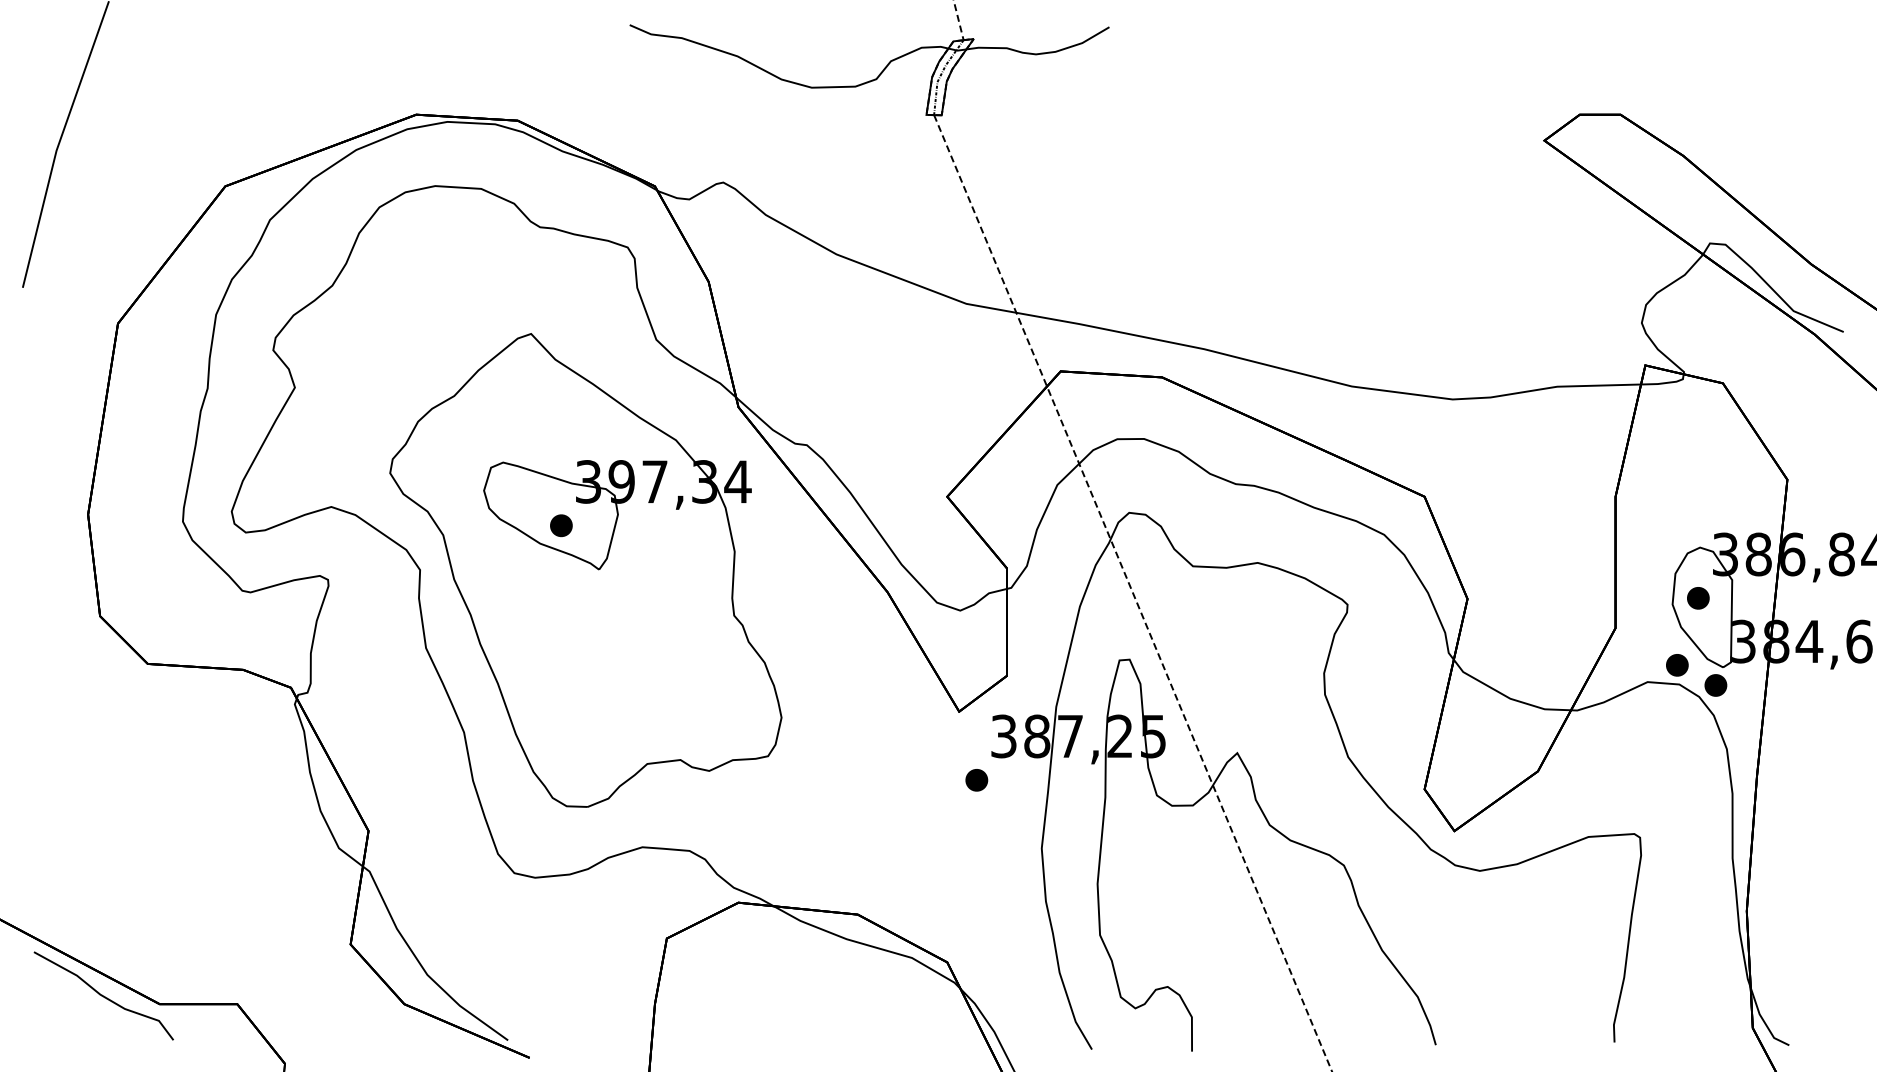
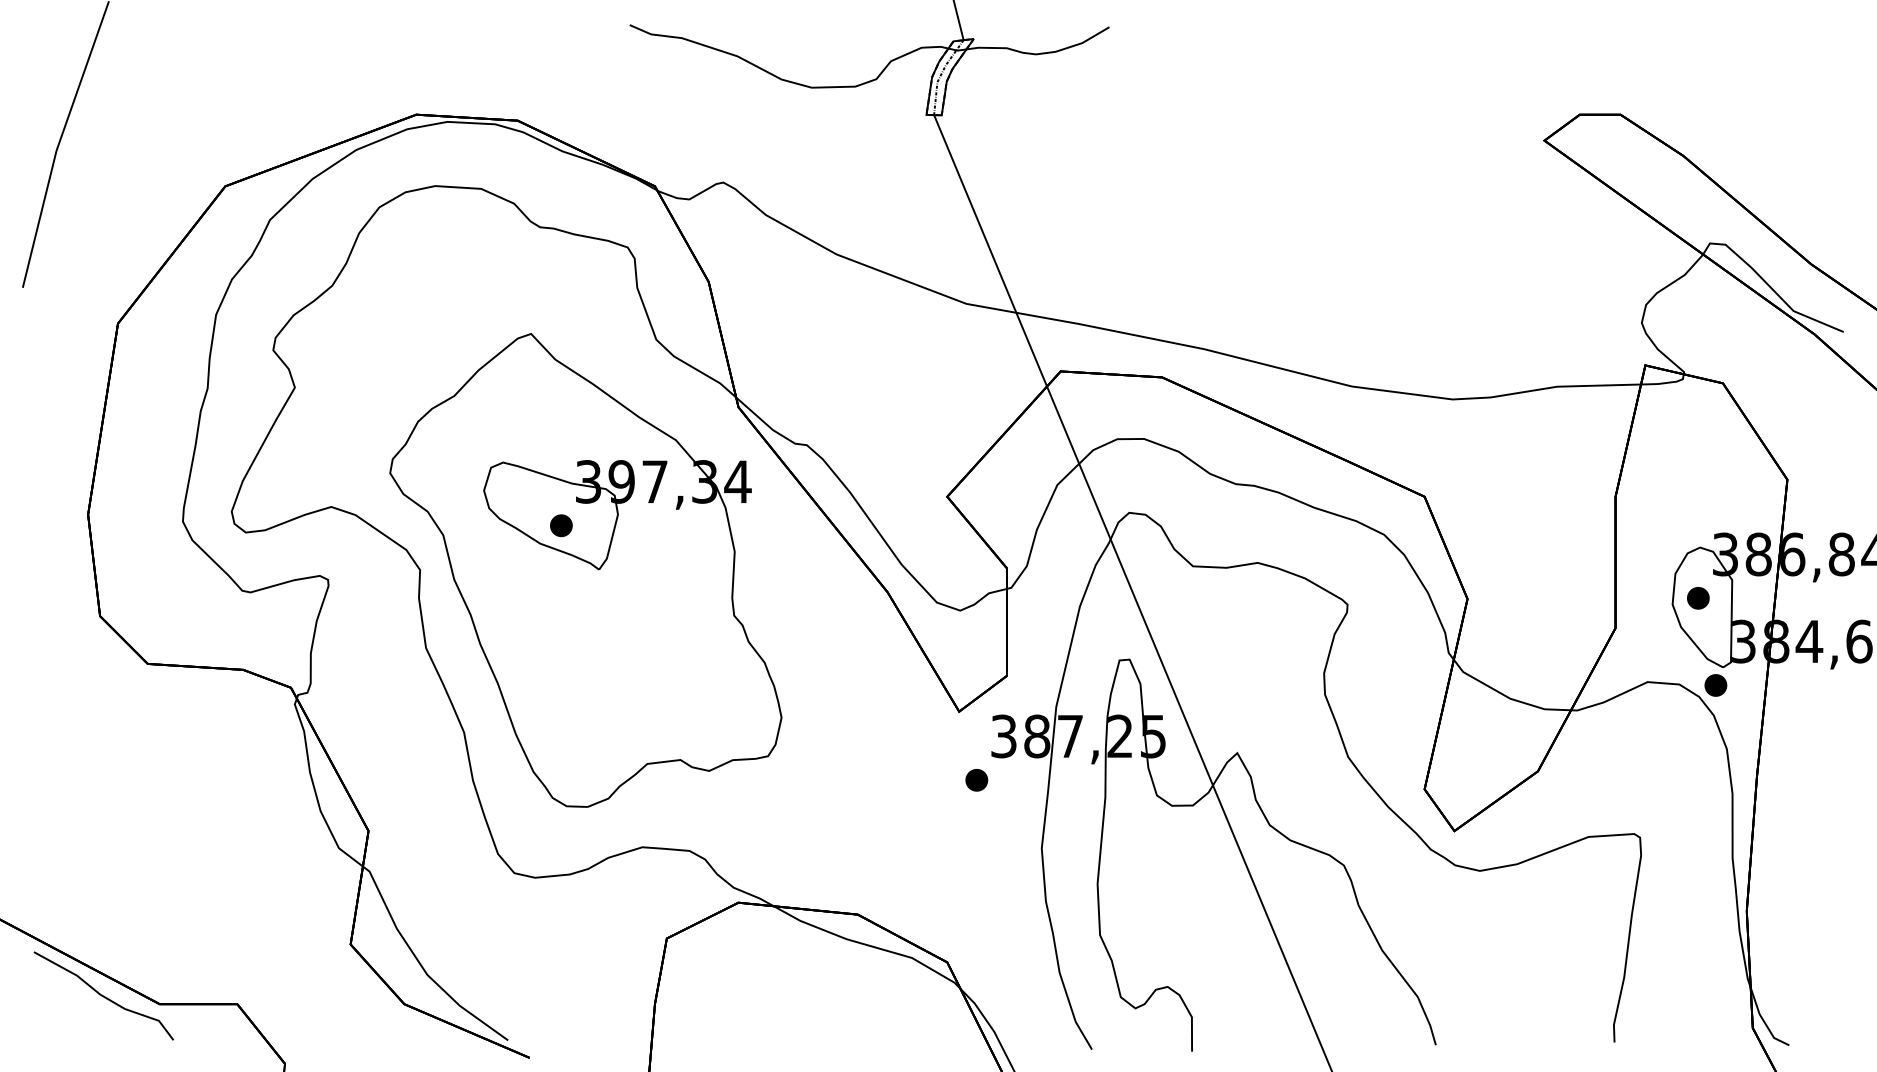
line at (958, 20): dashed -> solid
line at (1133, 593): dashed -> solid
part at (1677, 665): present -> none
